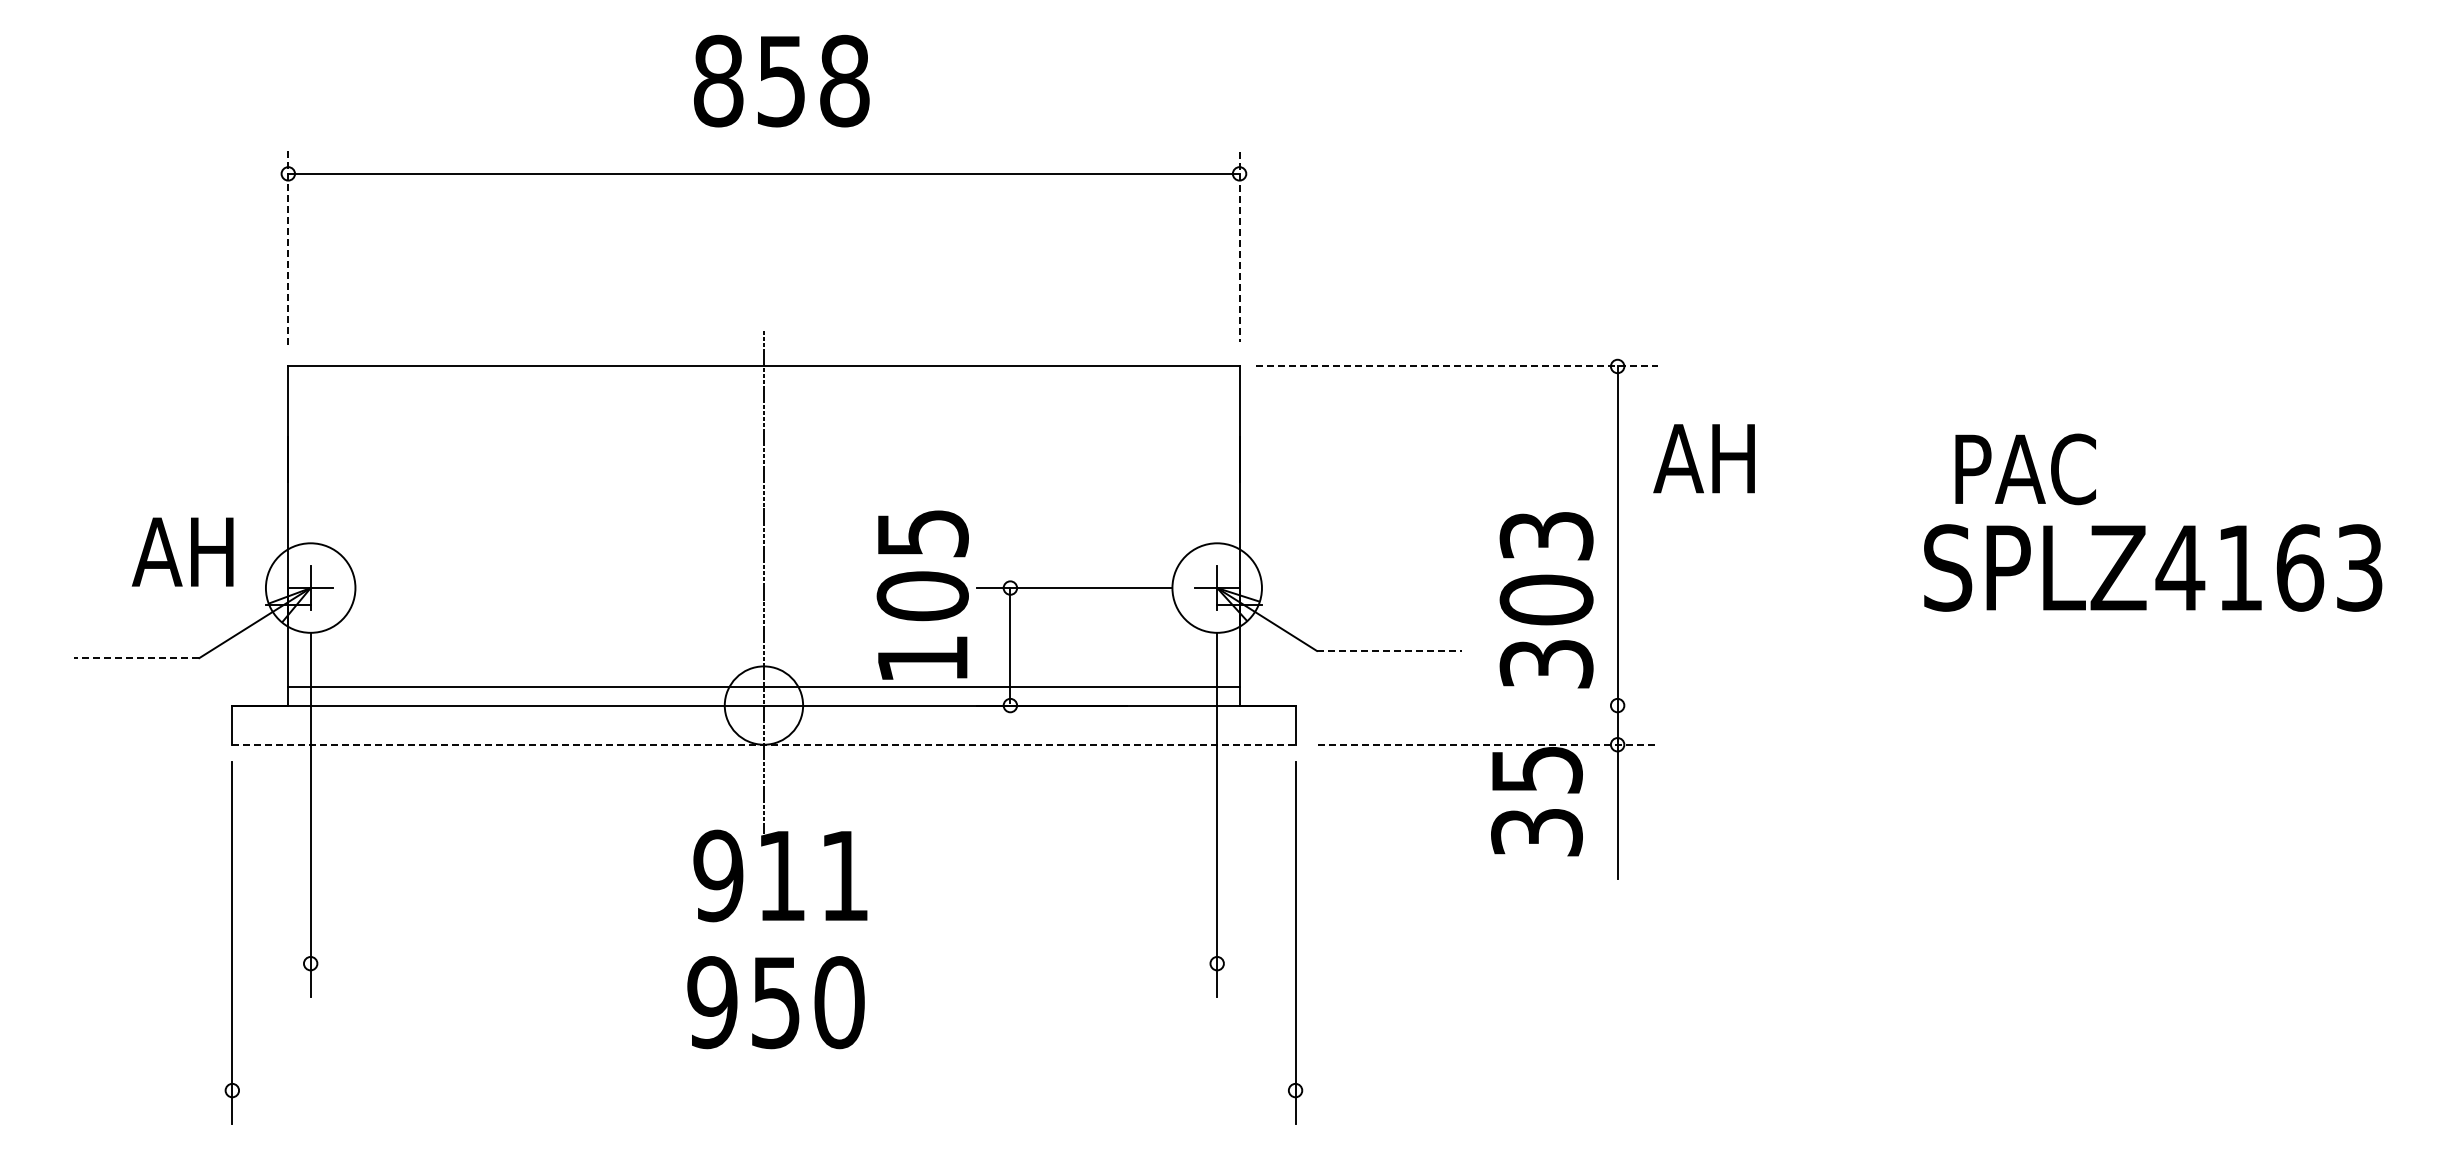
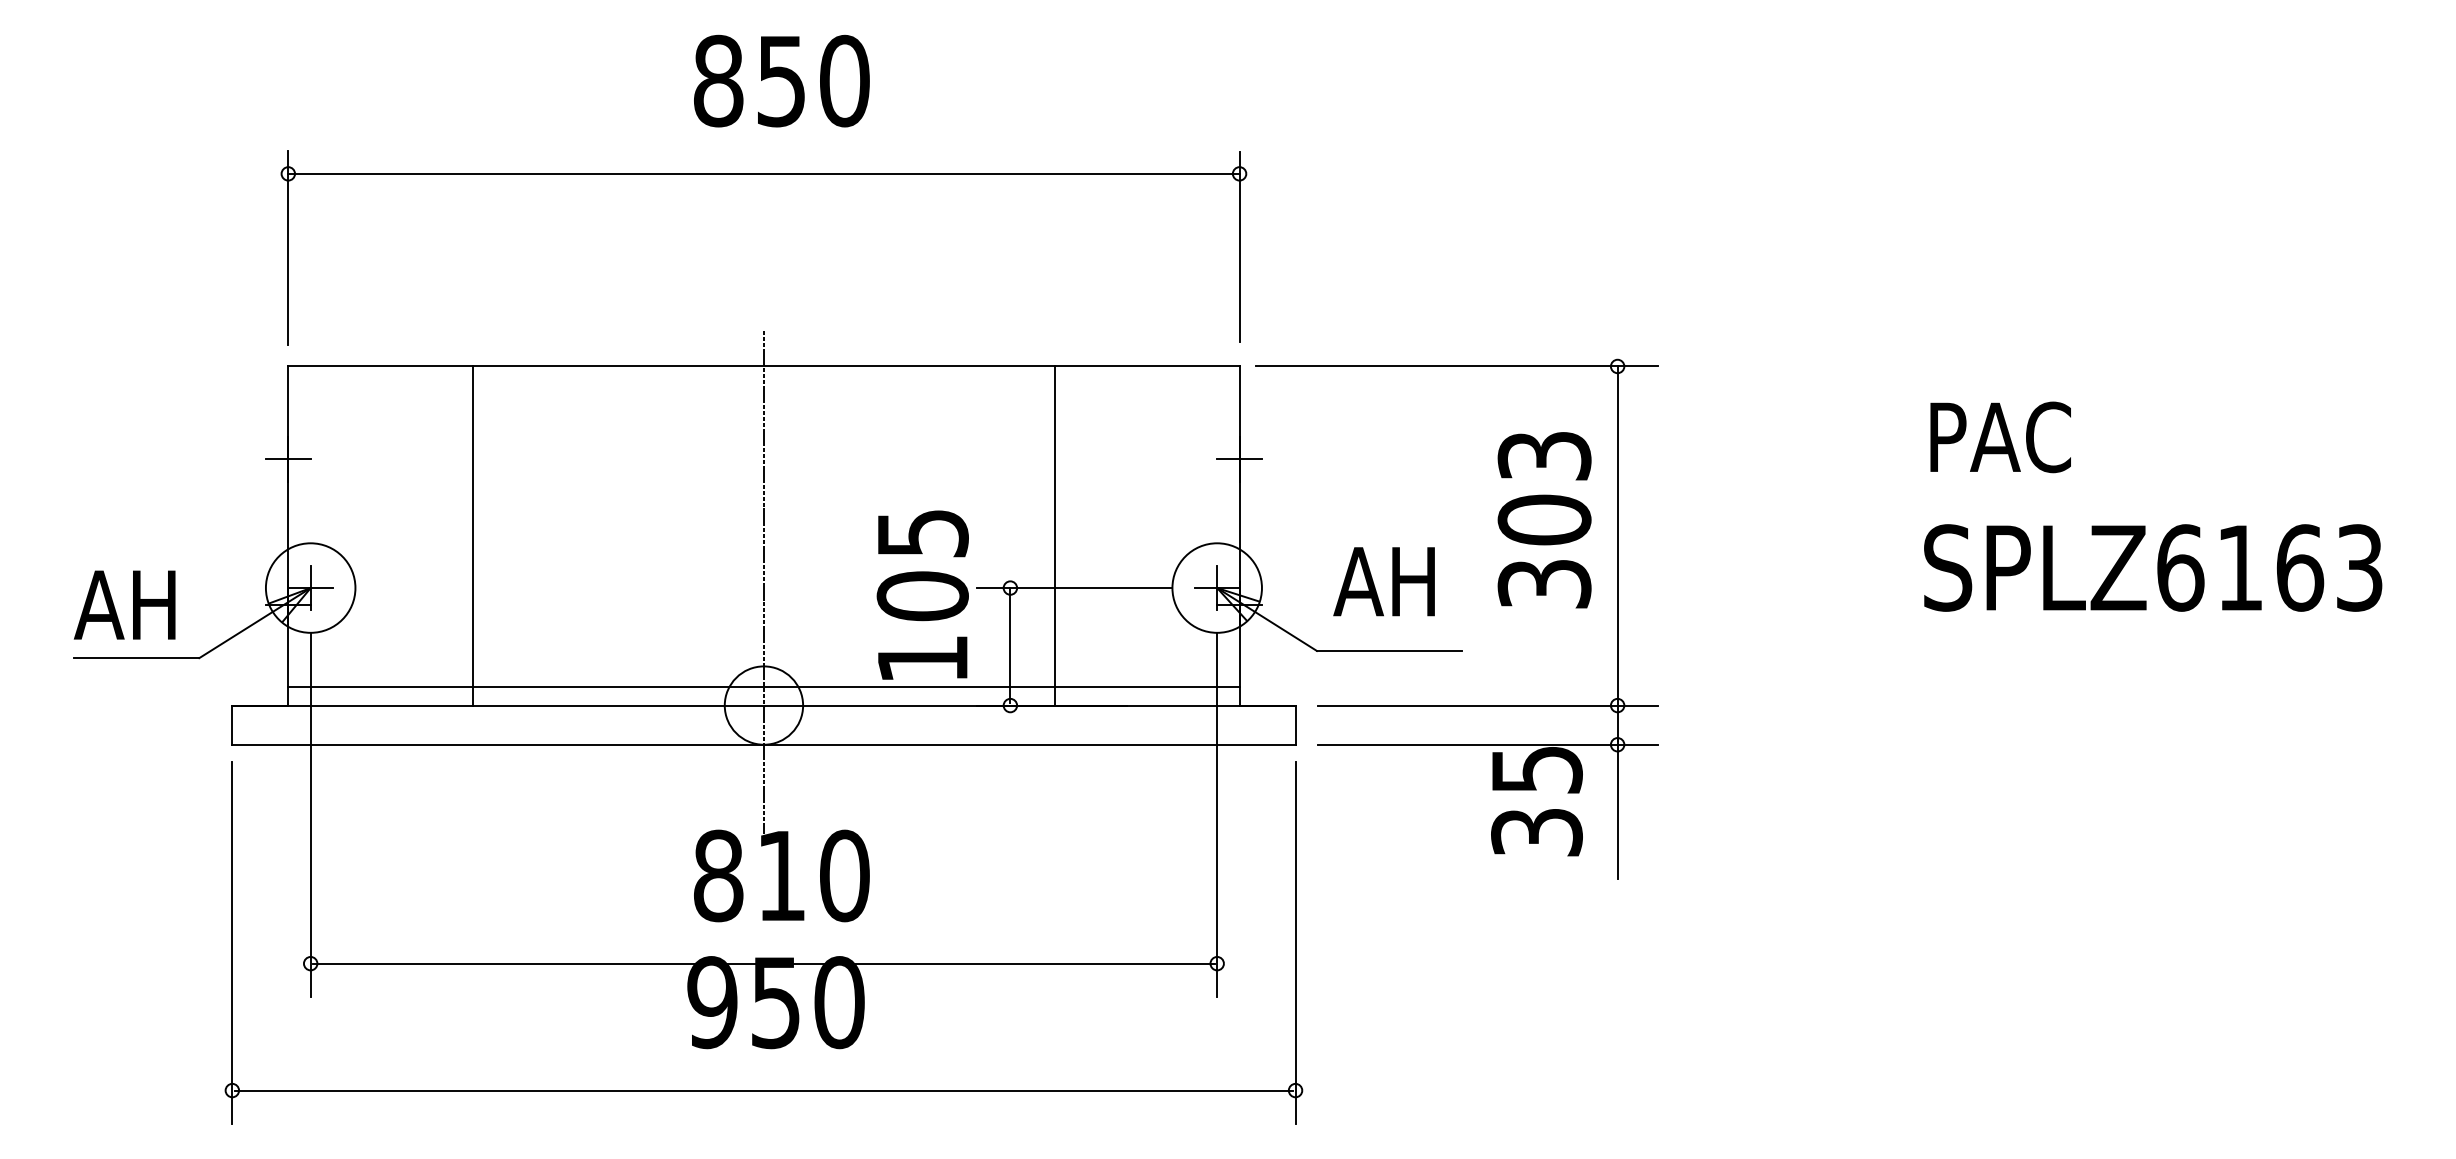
text at (844, 81): 858 -> 850
line at (288, 247): dashed -> solid
line at (1239, 247): dashed -> solid
line at (1457, 366): dashed -> solid
text at (1703, 458) position: (1703, 458) -> (1383, 581)
line at (287, 459): none -> present
line at (1239, 459): none -> present
text at (2025, 469) position: (2025, 469) -> (2000, 437)
line at (472, 535): none -> present
line at (1054, 535): none -> present
text at (182, 551) position: (182, 551) -> (124, 604)
text at (2180, 567): SPLZ4163 -> SPLZ6163
text at (1546, 600) position: (1546, 600) -> (1544, 520)
line at (1389, 650): dashed -> solid
line at (136, 658): dashed -> solid
line at (1487, 705): none -> present
line at (763, 744): dashed -> solid
line at (1487, 744): dashed -> solid
text at (781, 875): 911 -> 810
line at (763, 963): none -> present
line at (763, 1090): none -> present
